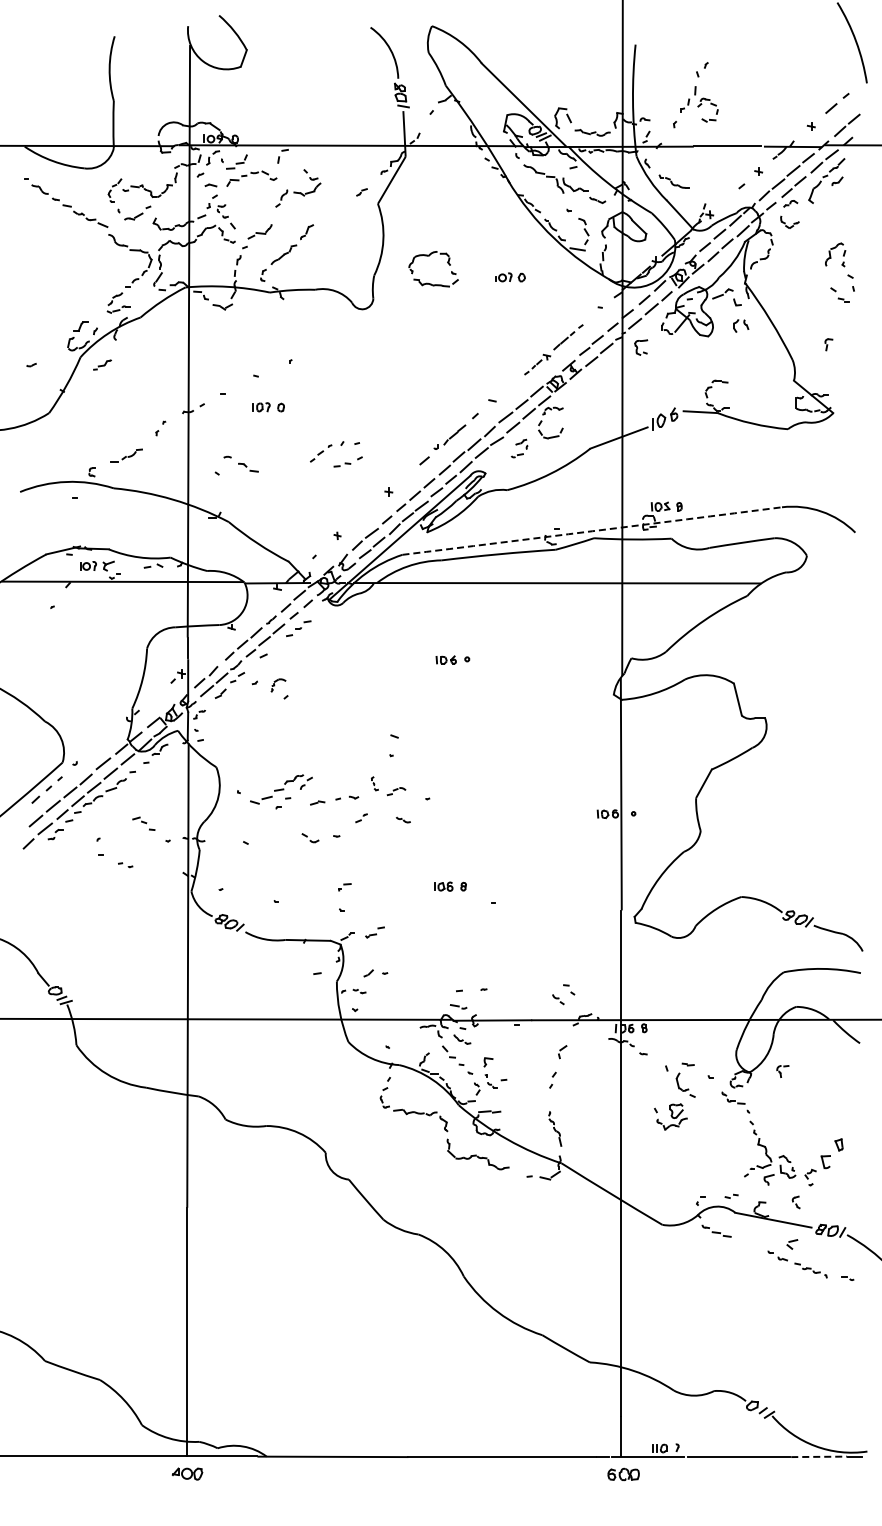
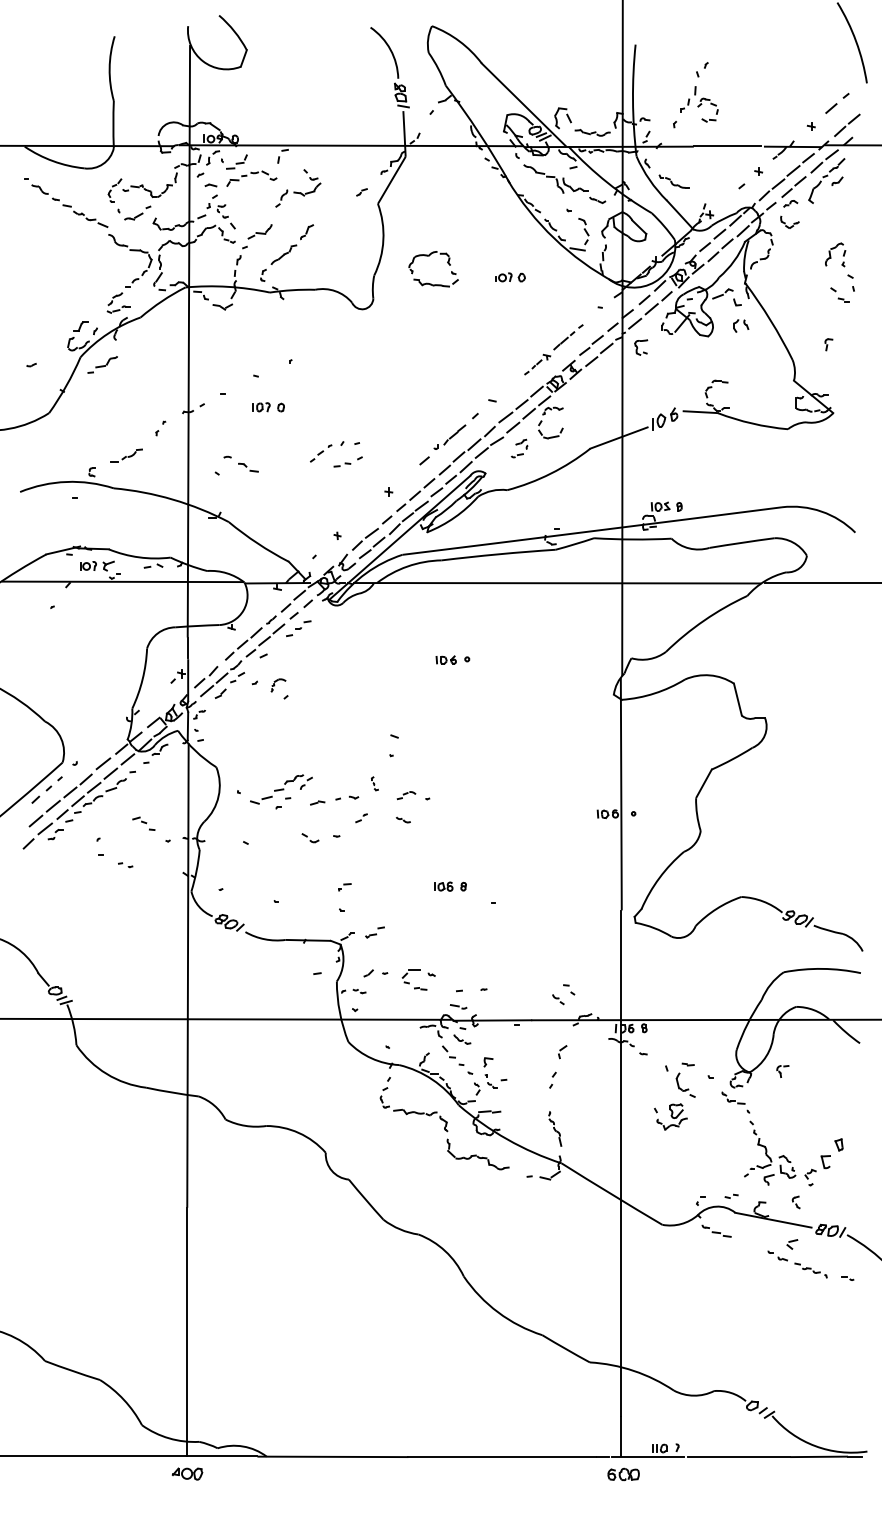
part at (102, 364) size: 19x12 px -> 31x18 px
arc at (592, 531): dashed -> solid
line at (821, 582): none -> present
part at (396, 791) position: (396, 791) -> (406, 795)
part at (418, 987): none -> present
line at (819, 1456): dashed -> solid
